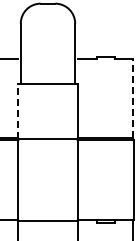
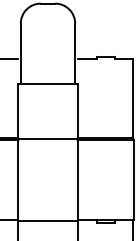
line at (133, 98): dashed -> solid
line at (17, 111): dashed -> solid
